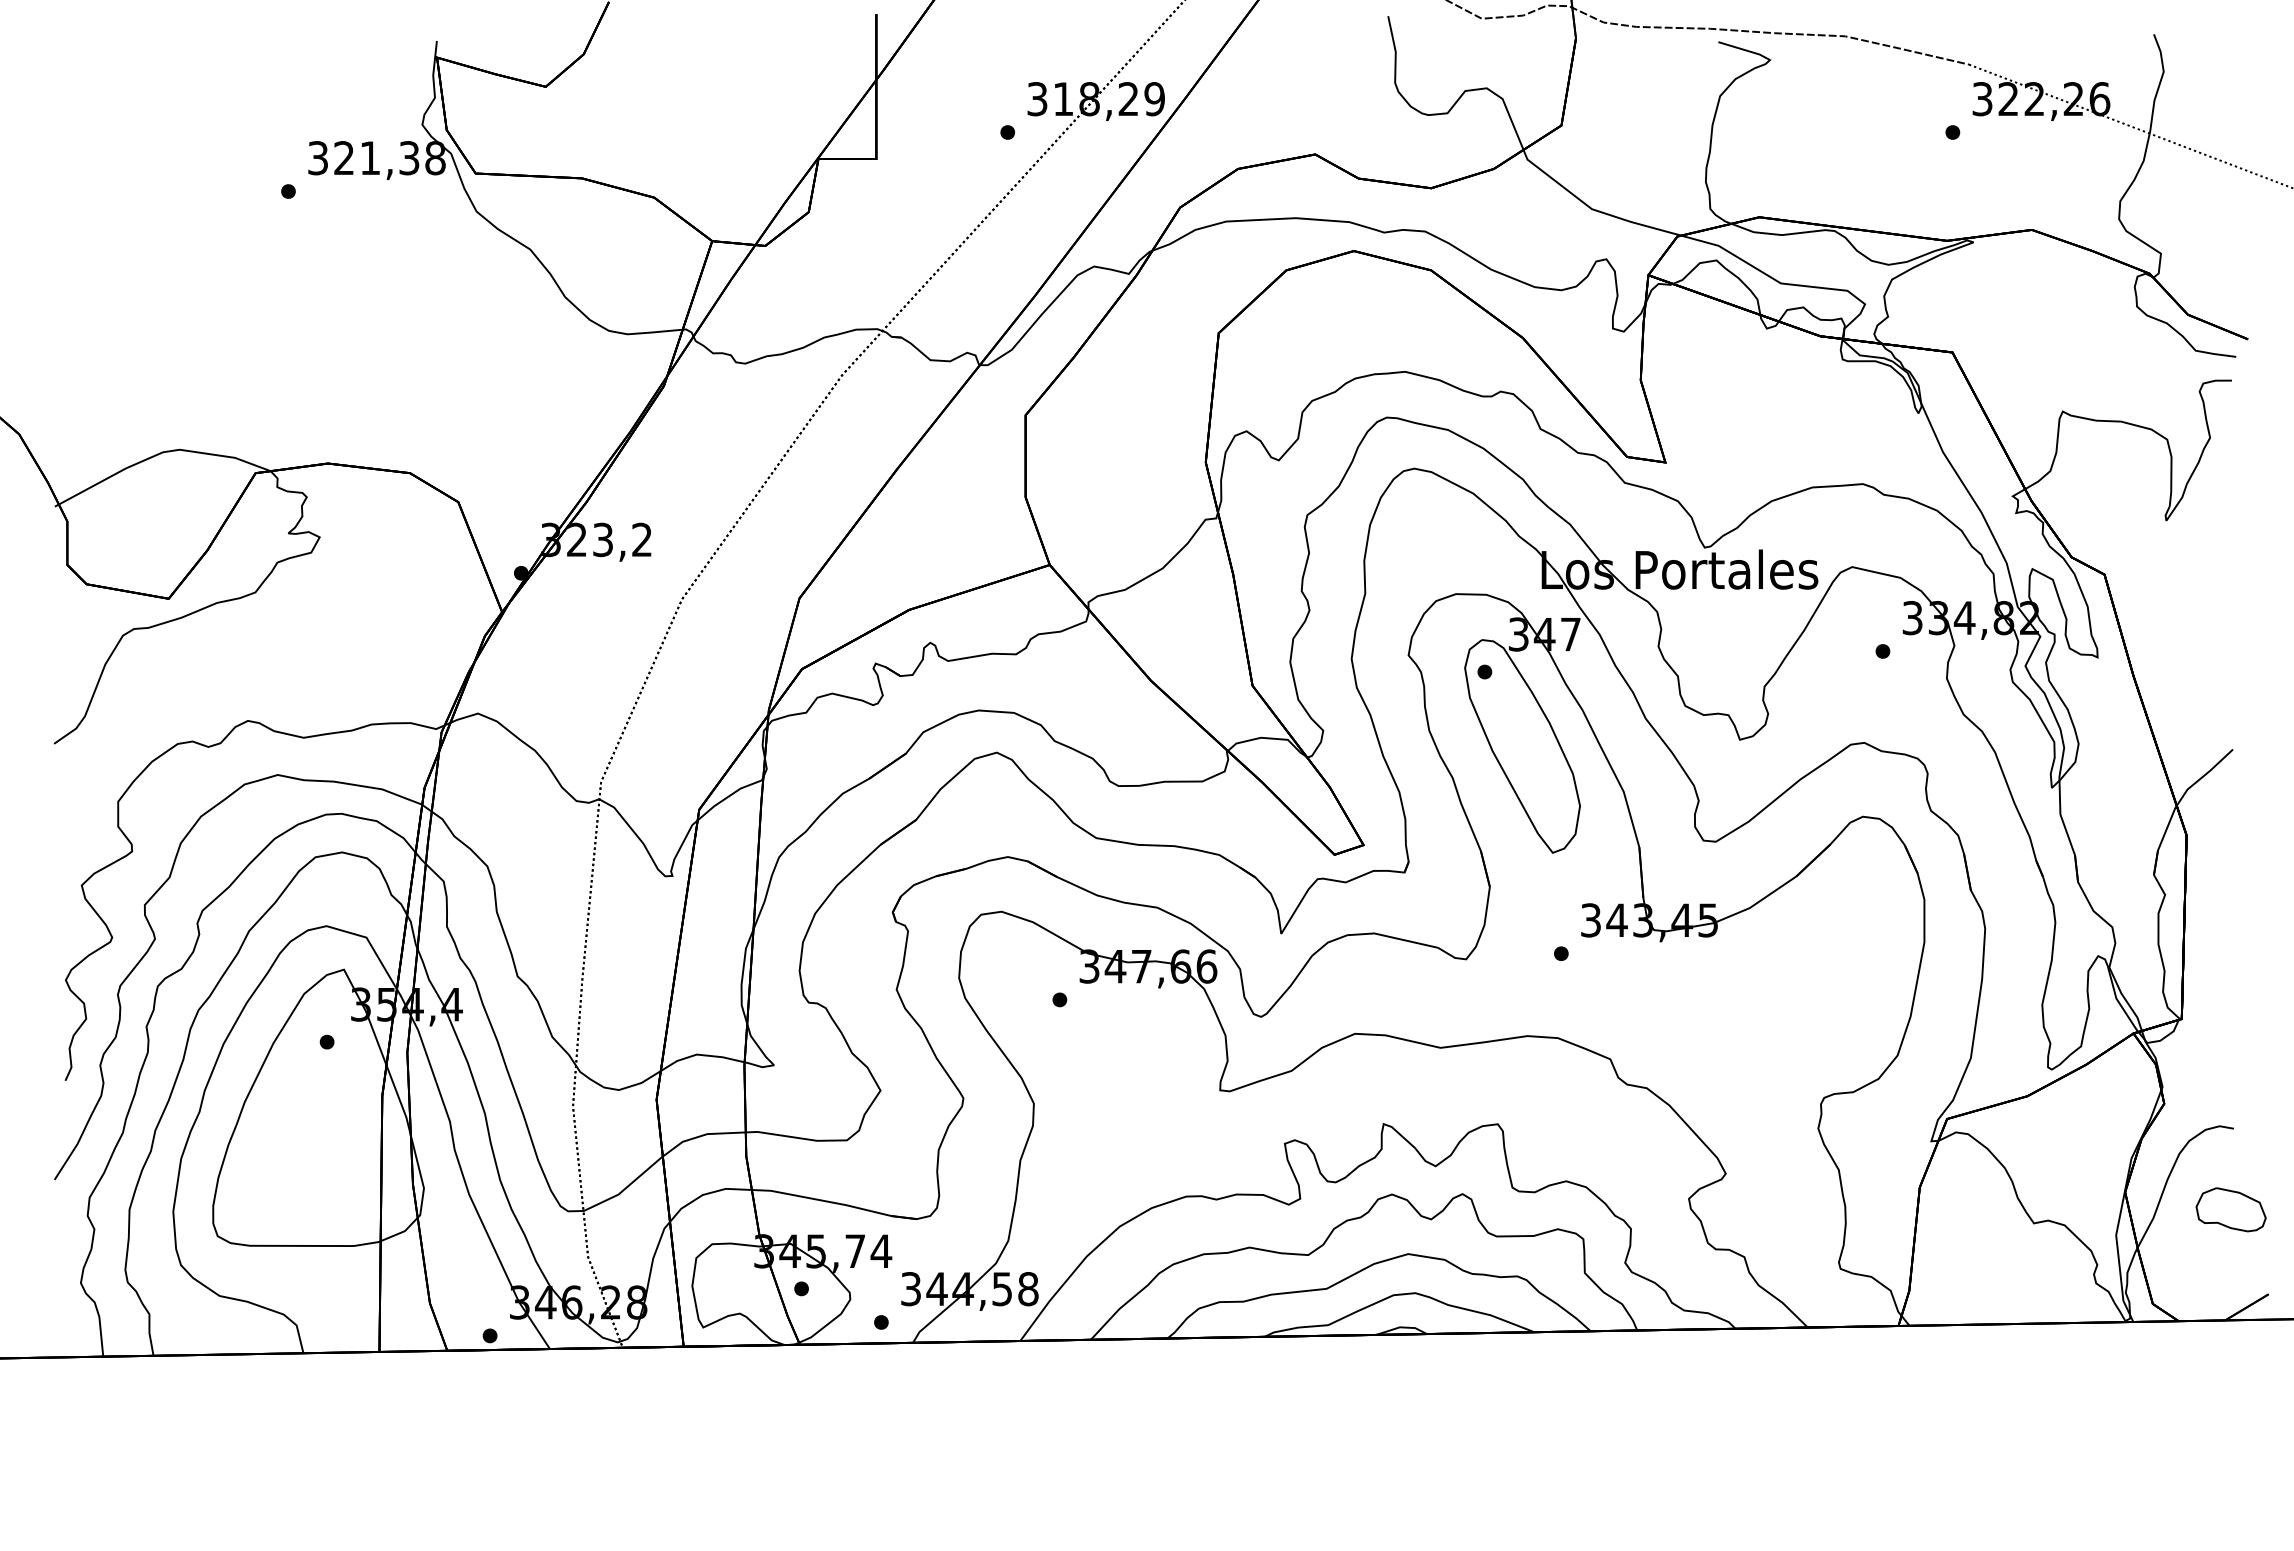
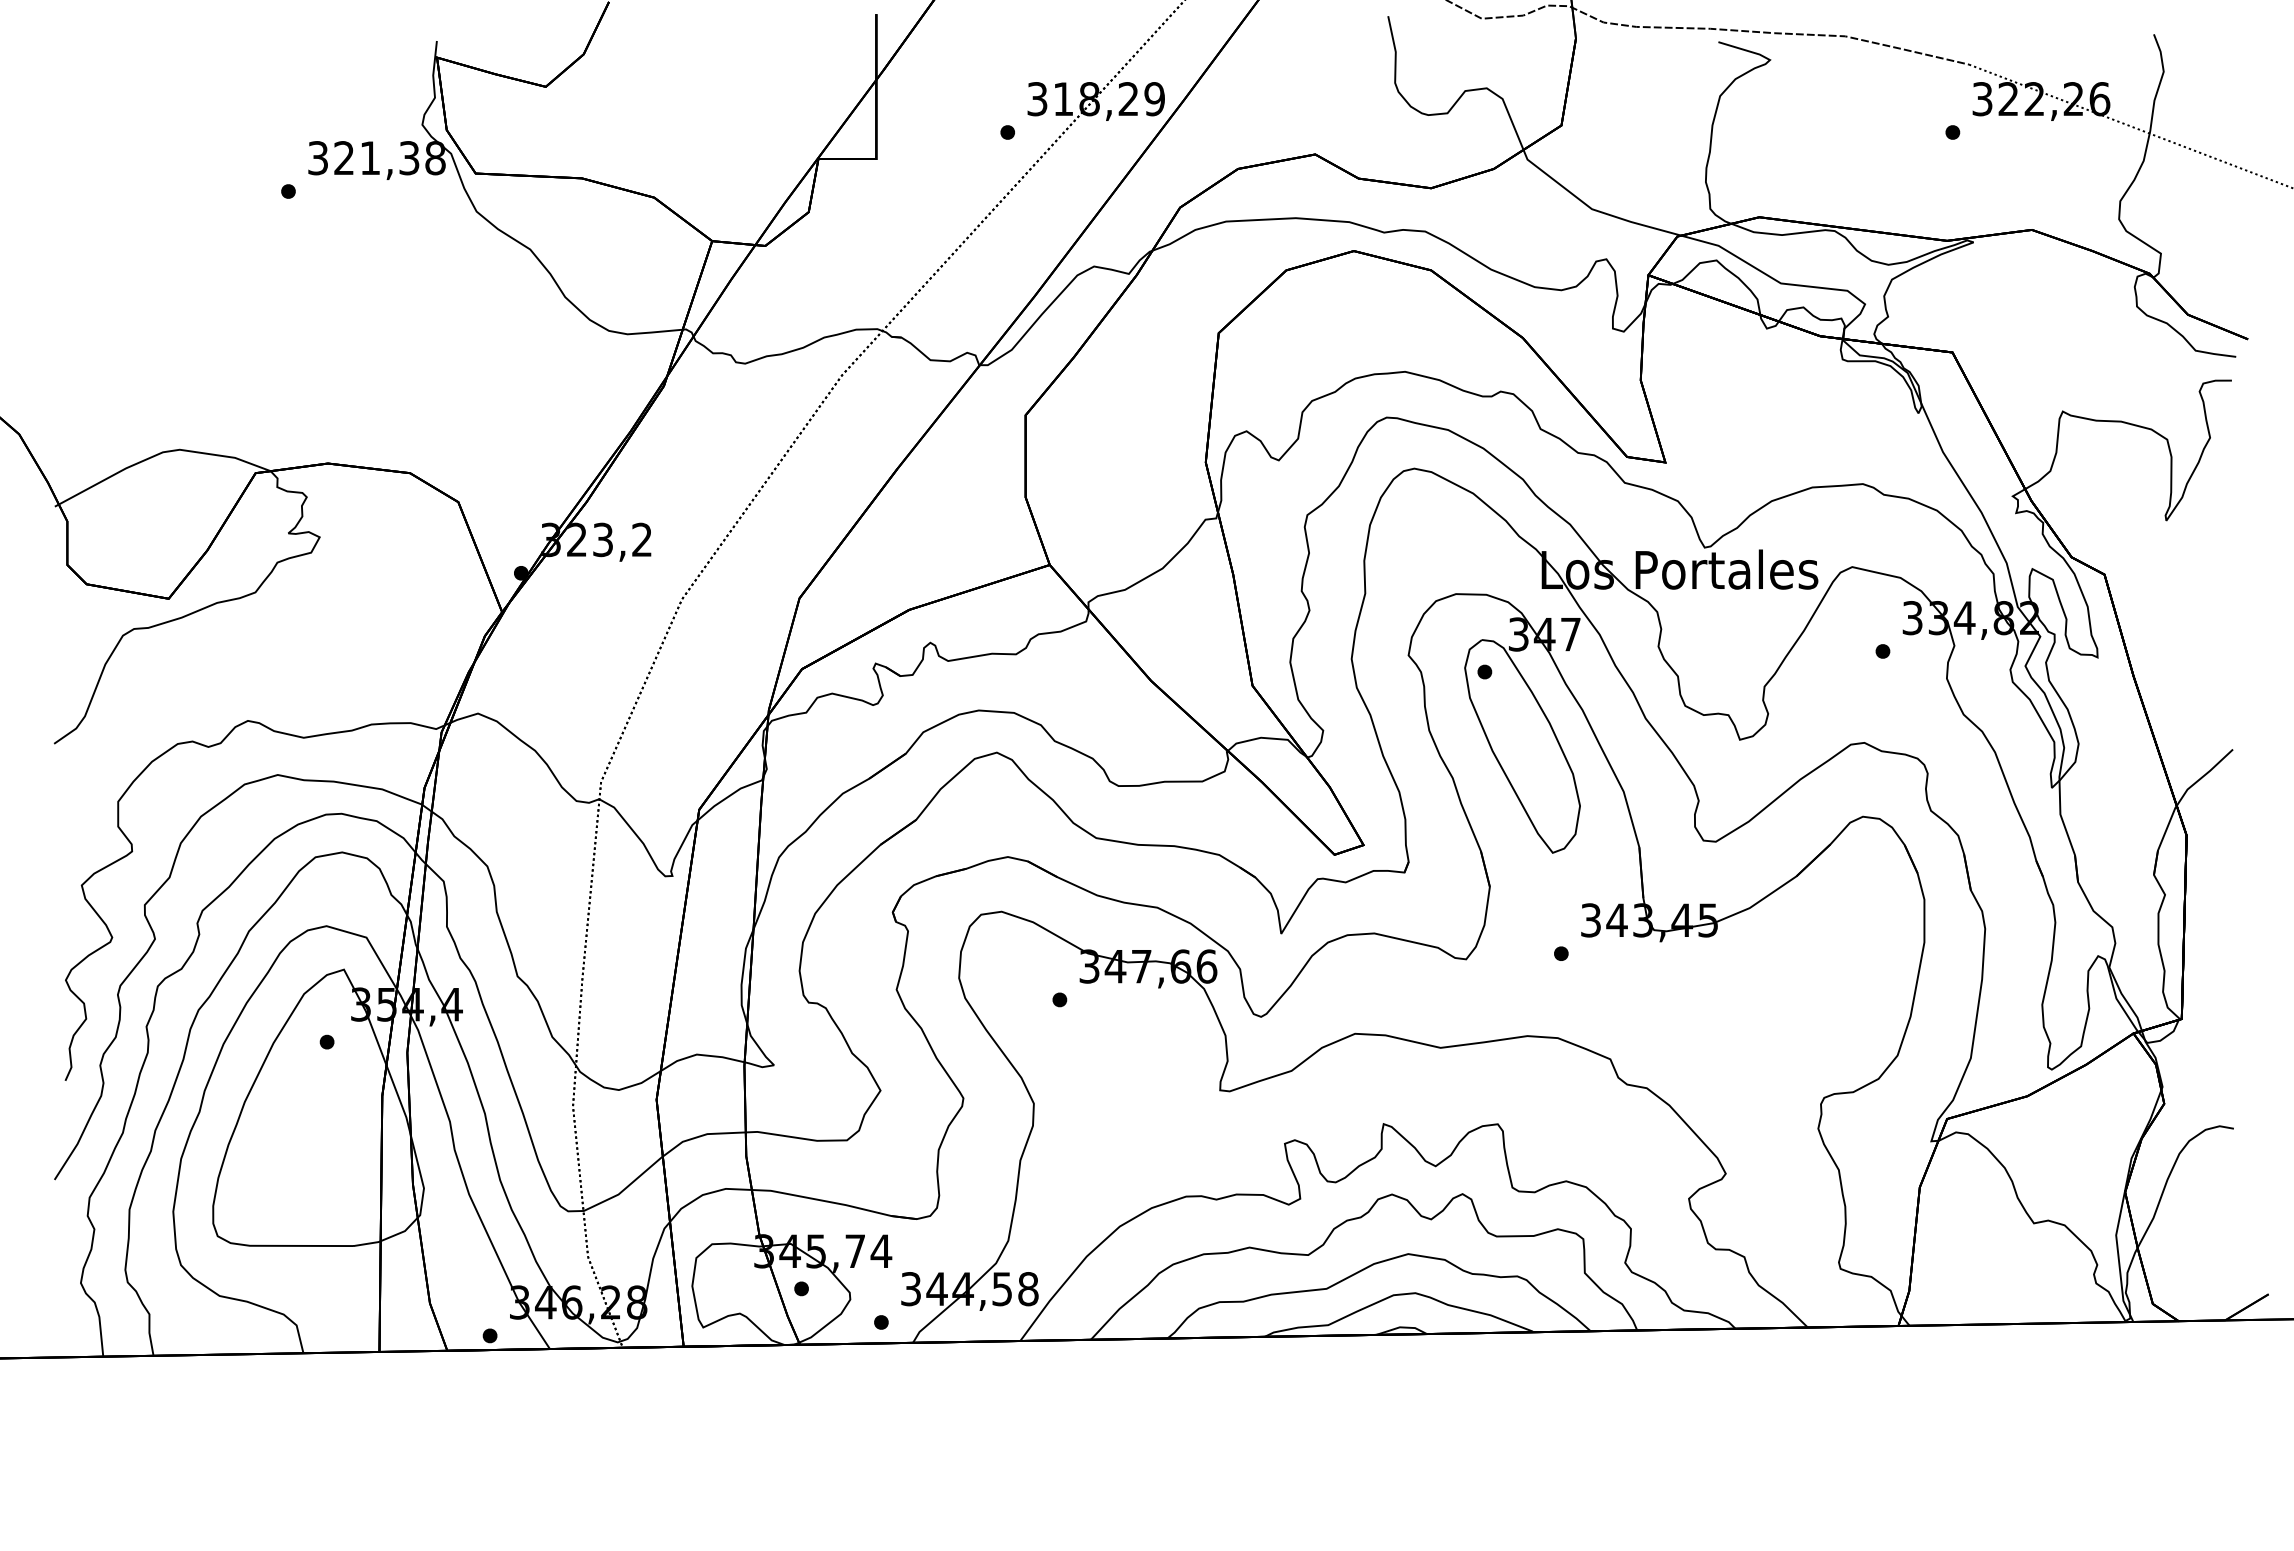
part at (2230, 1209): present -> none
